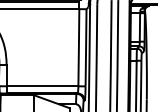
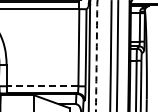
arc at (96, 58): solid -> dashed
line at (42, 86): solid -> dashed
